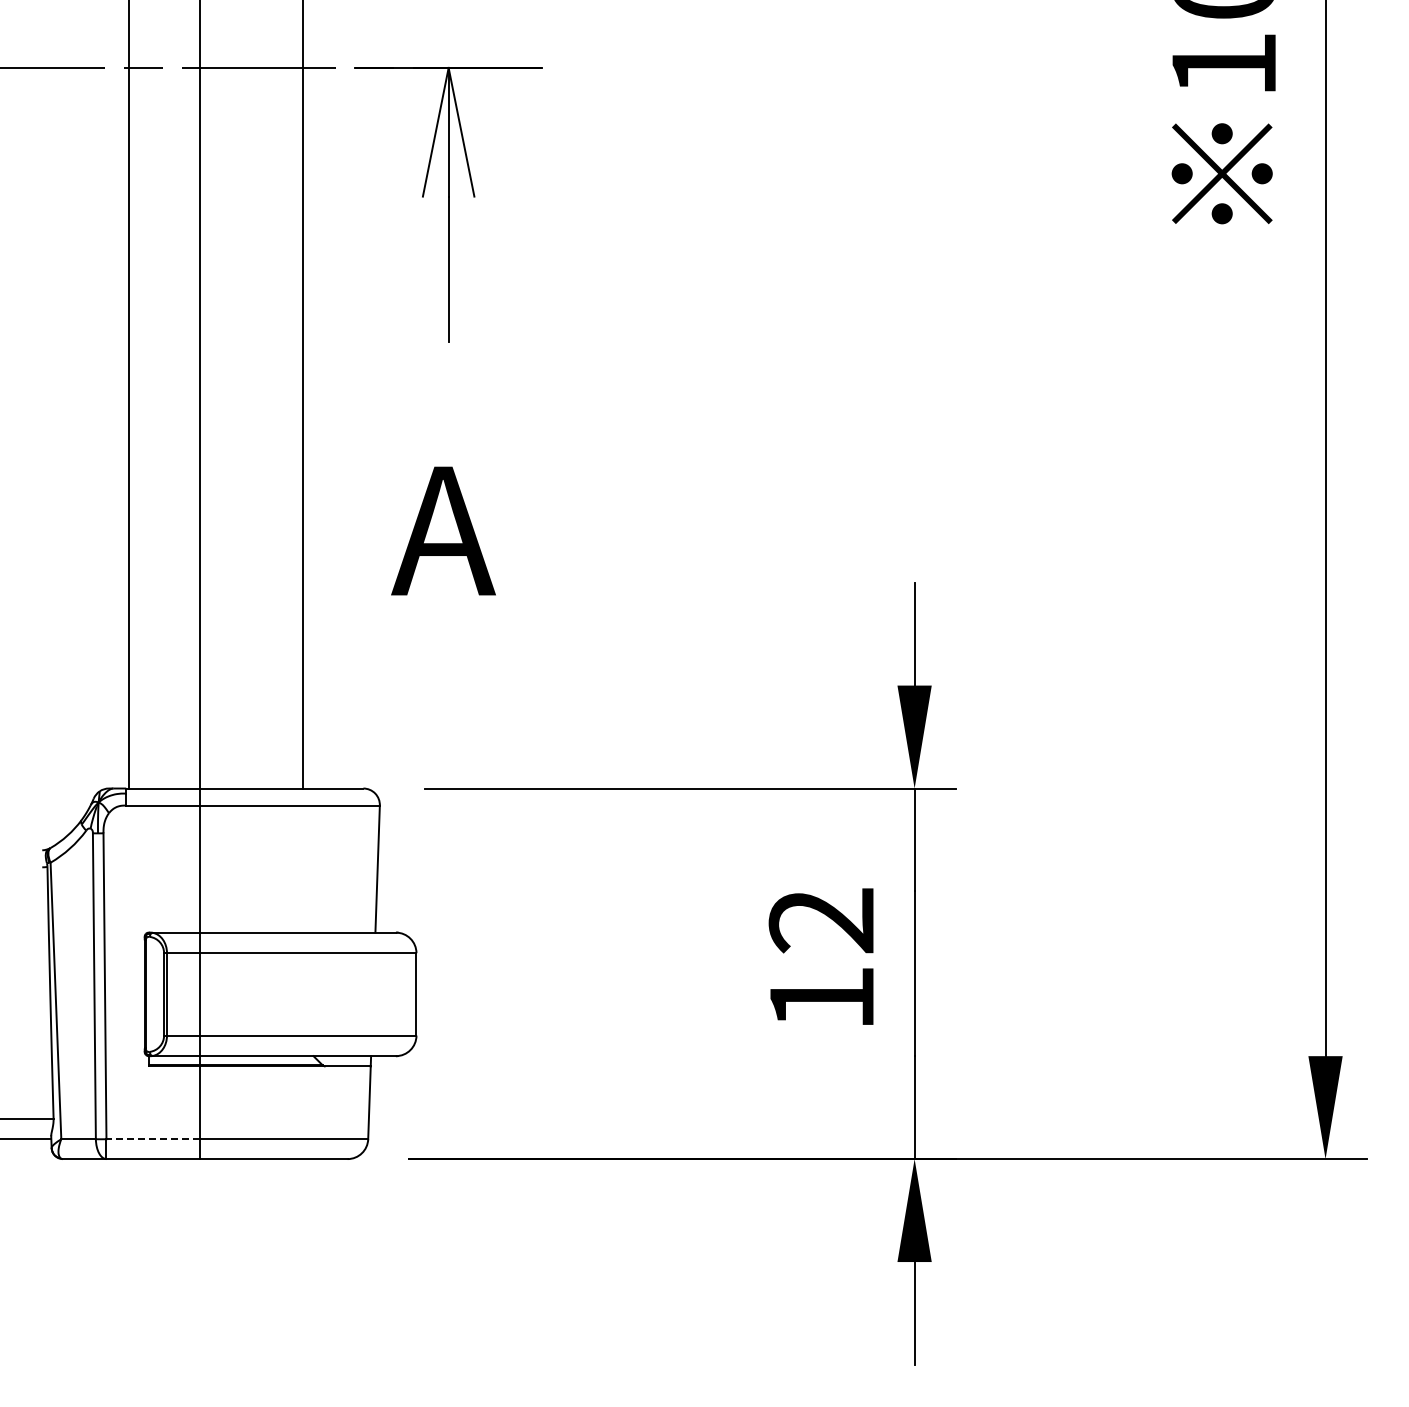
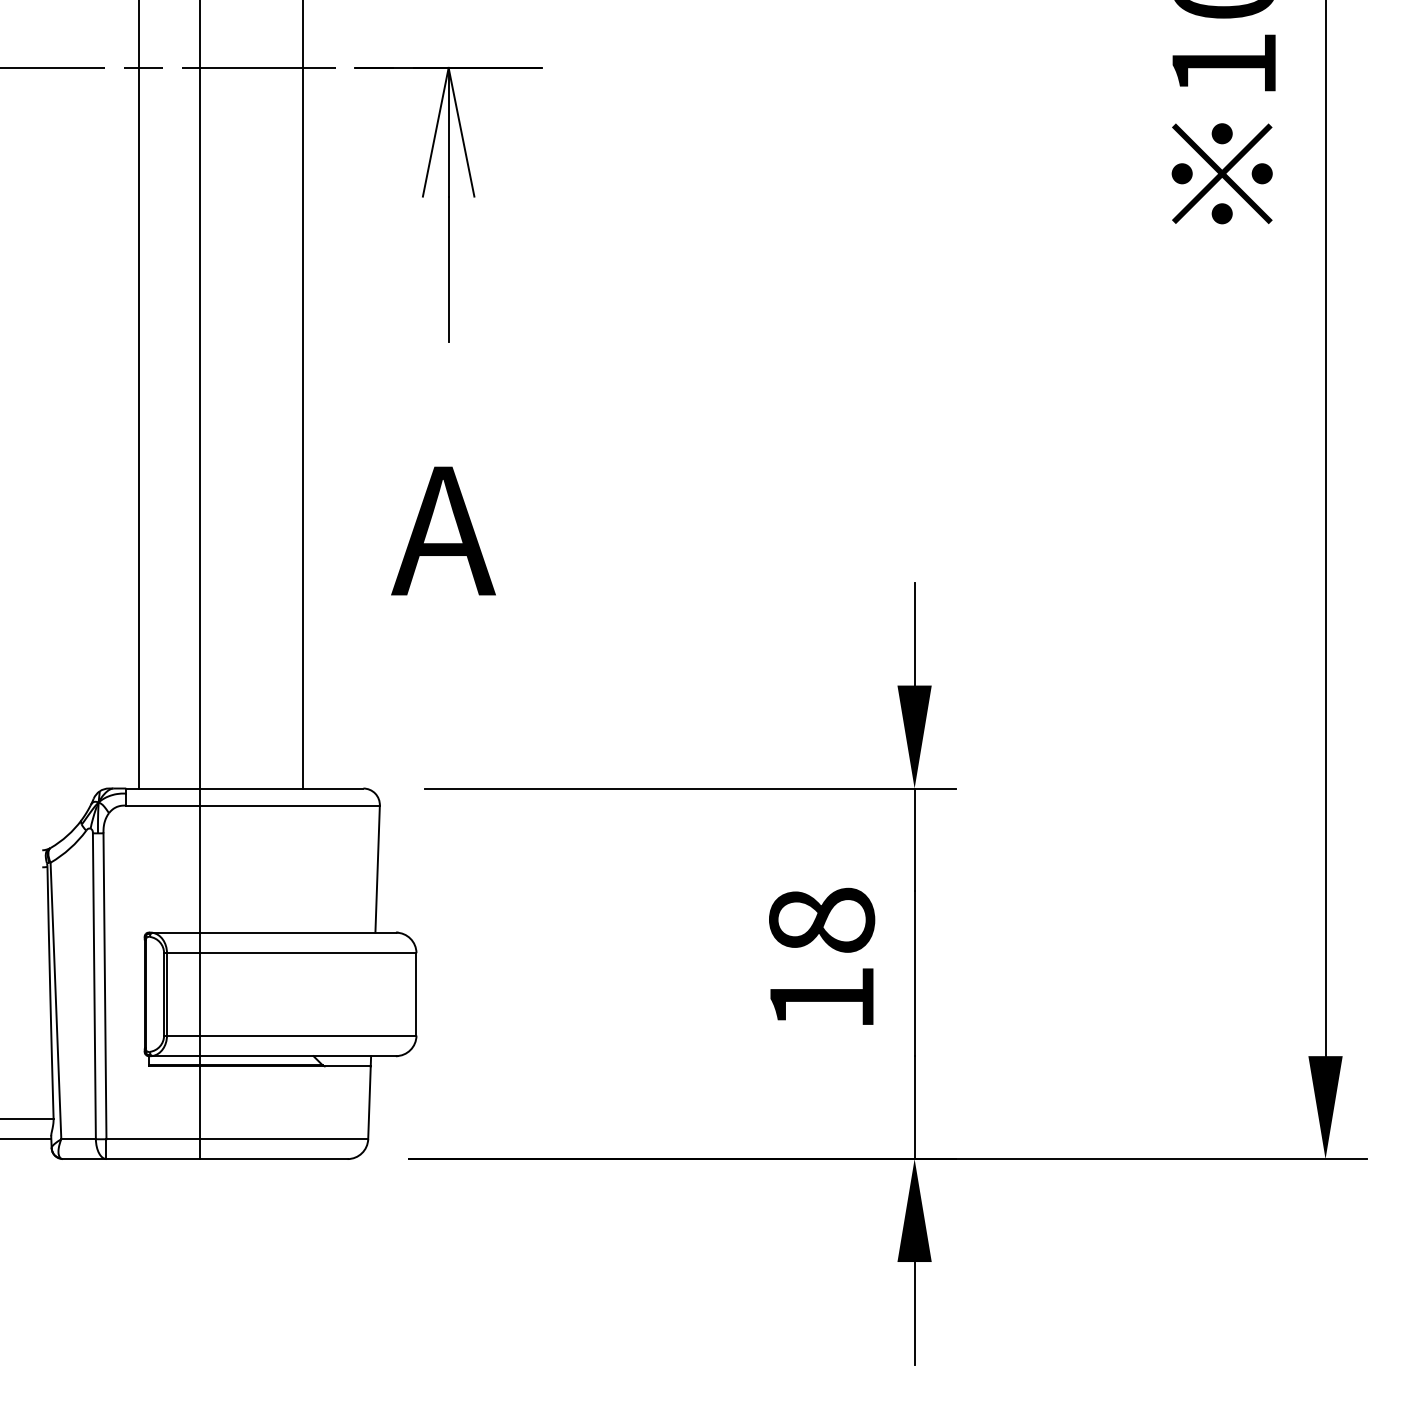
line at (128, 395) position: (128, 395) -> (138, 395)
text at (821, 920): 12 -> 18
line at (153, 1139): dashed -> solid
